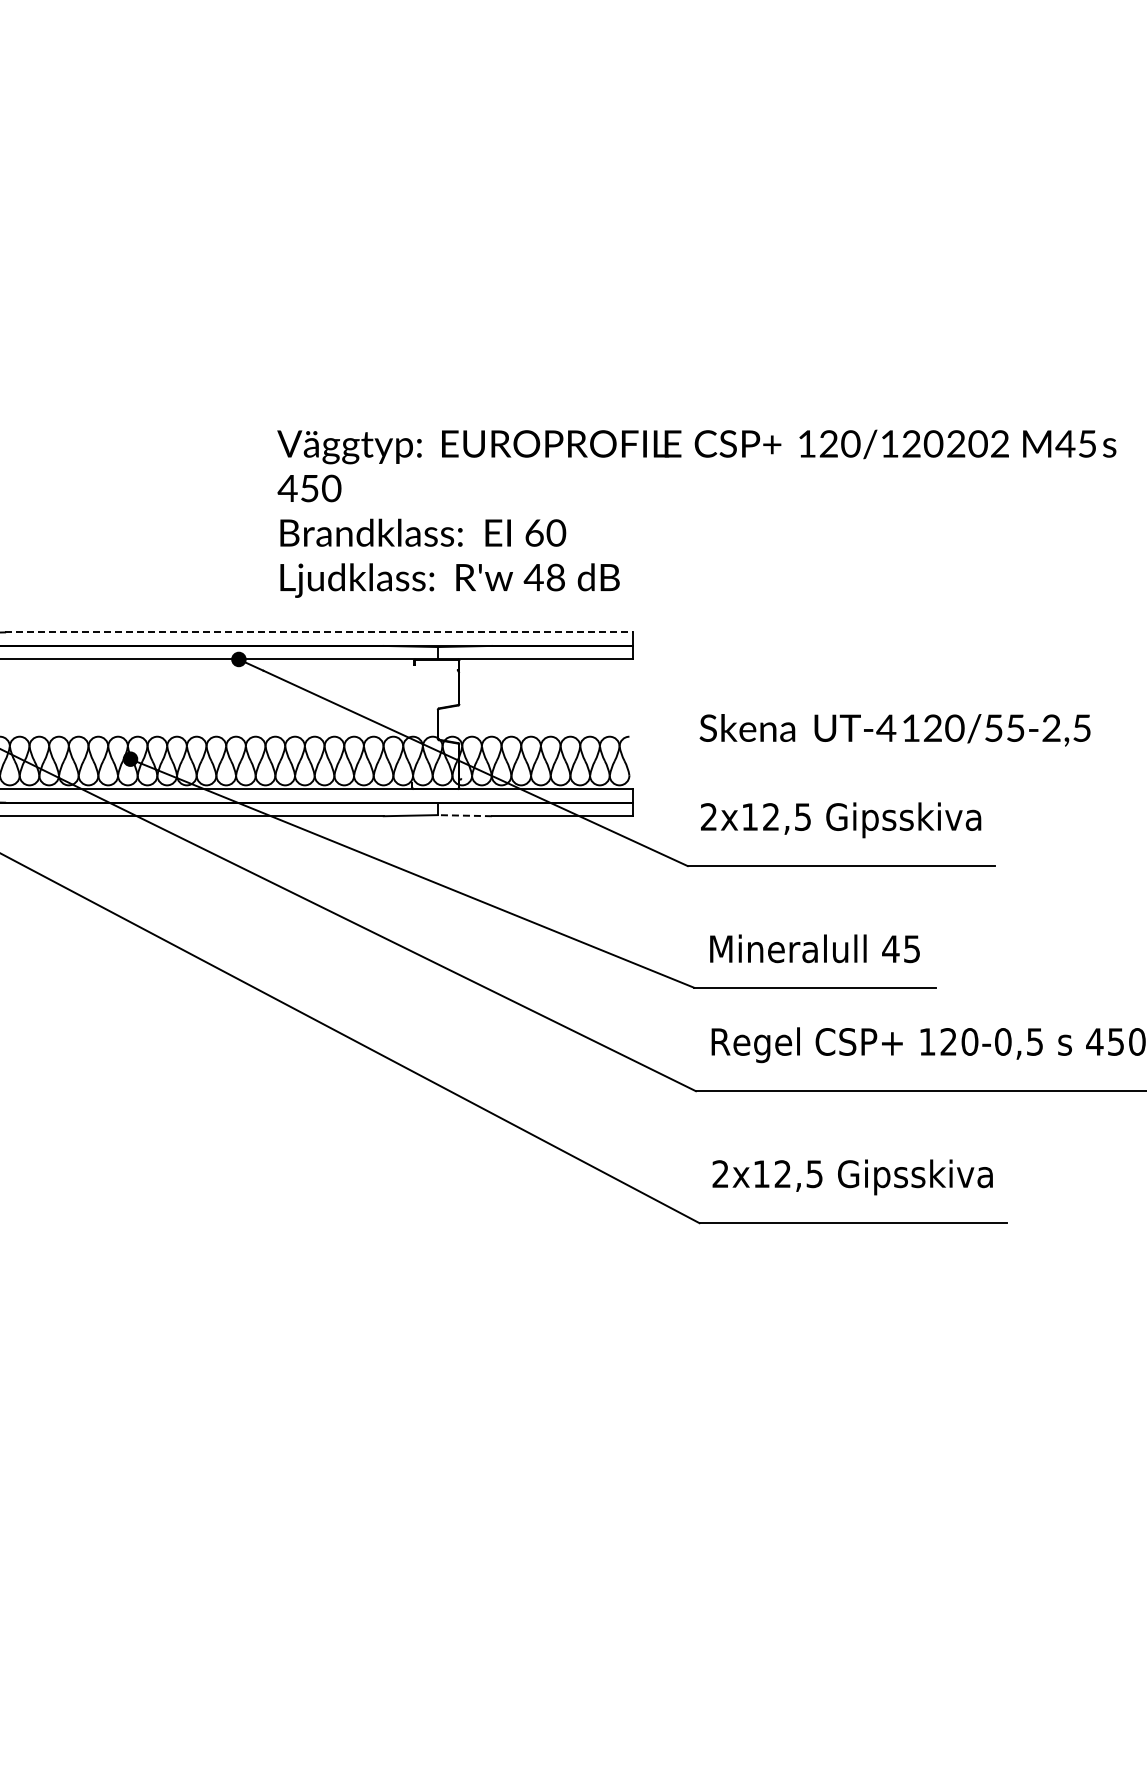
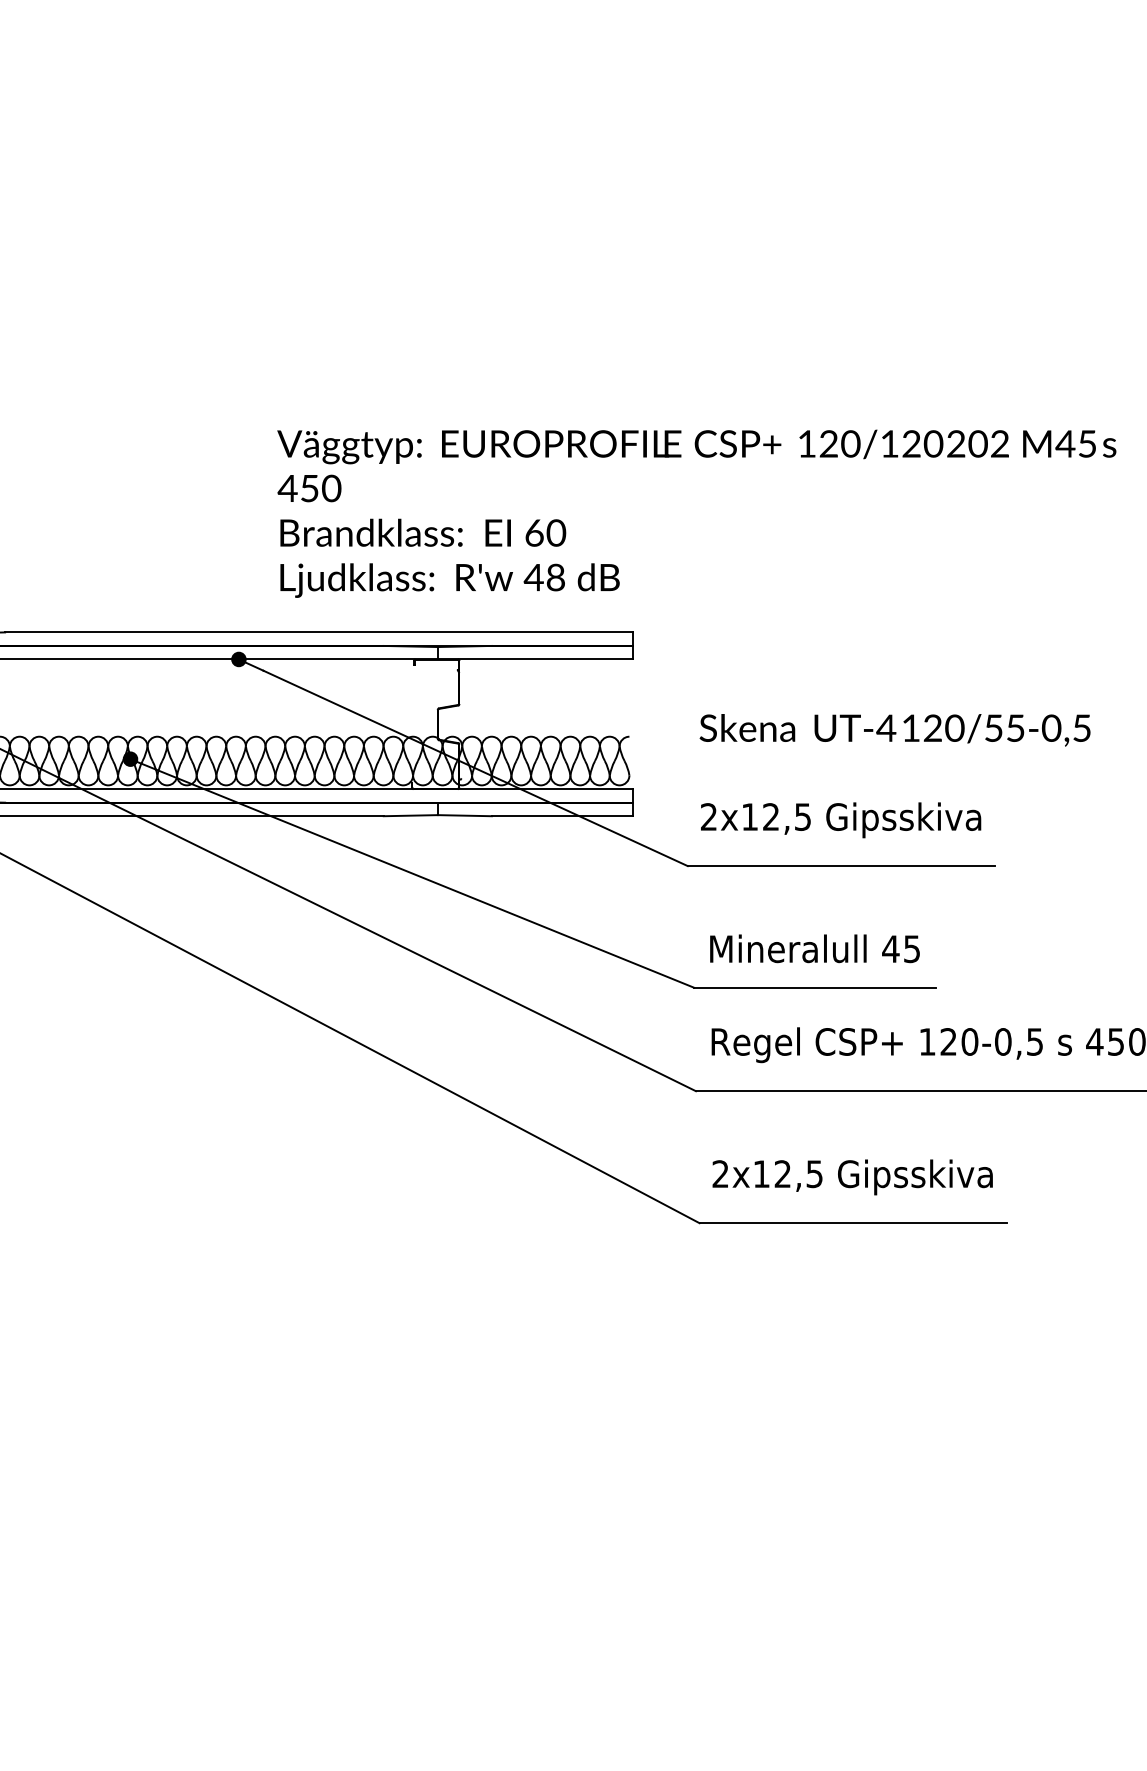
line at (318, 632): dashed -> solid
text at (1051, 727): 120/55-2,5 -> 120/55-0,5
line at (464, 815): dashed -> solid
